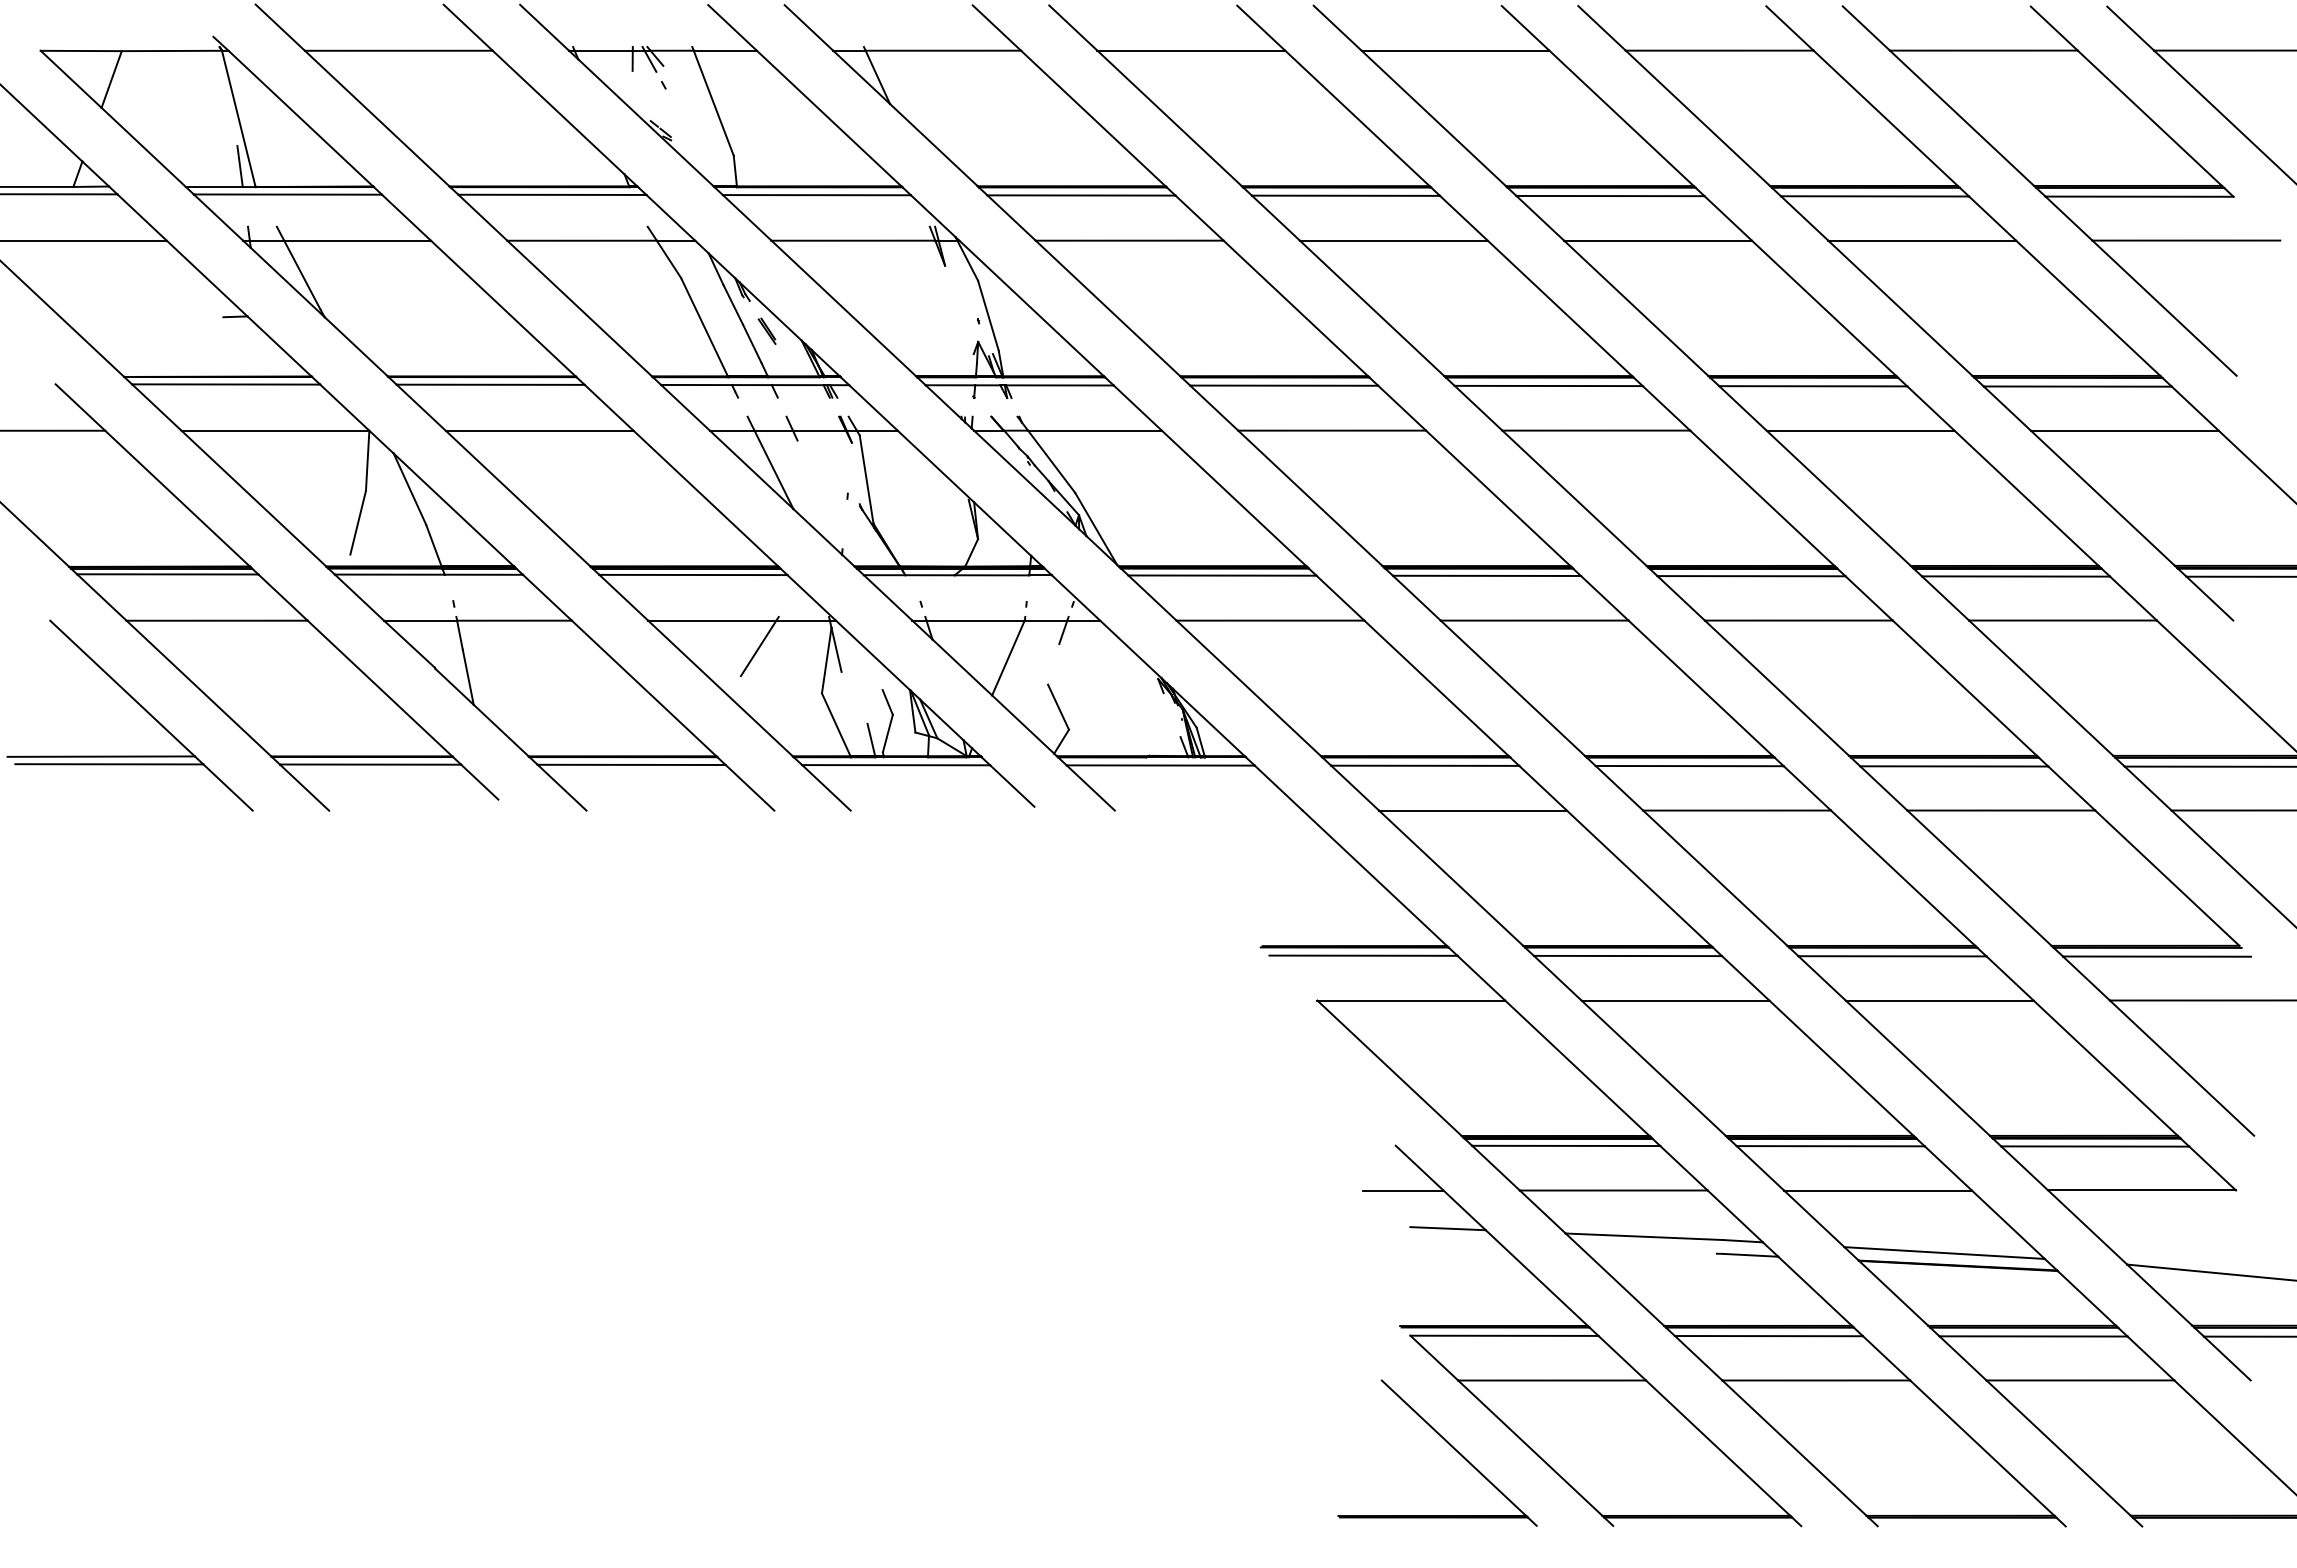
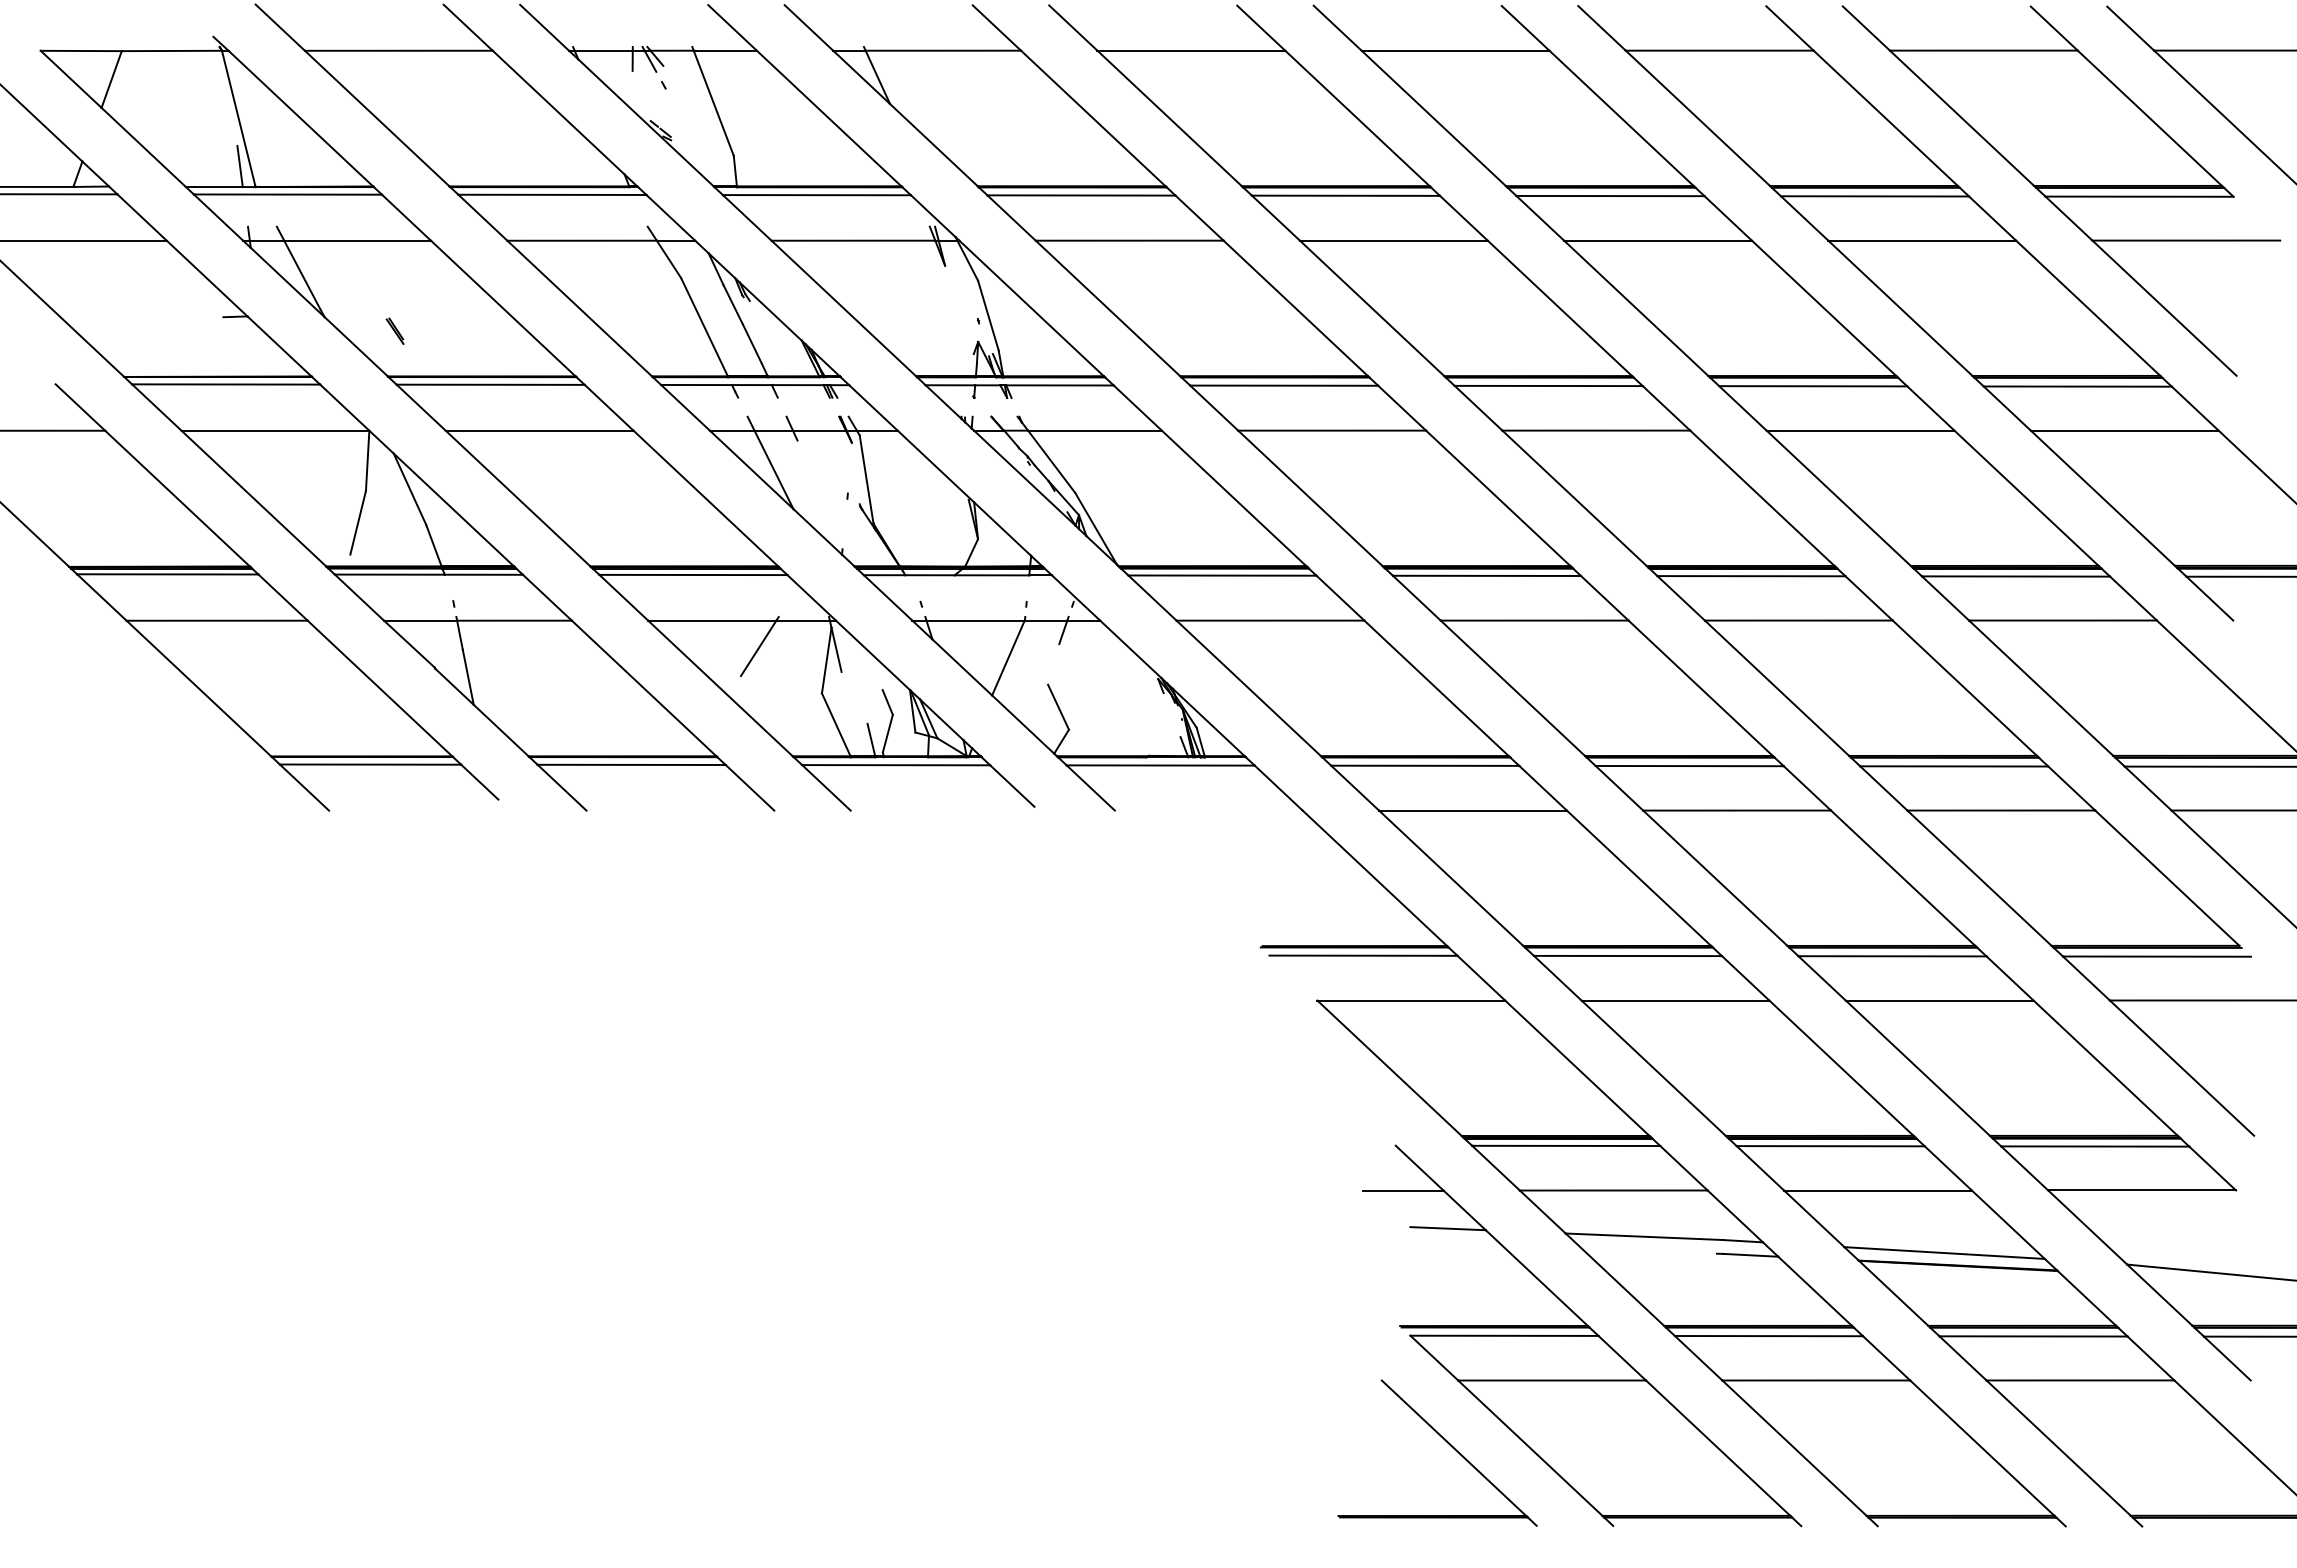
part at (766, 330) position: (766, 330) -> (394, 330)
part at (139, 705): present -> none
